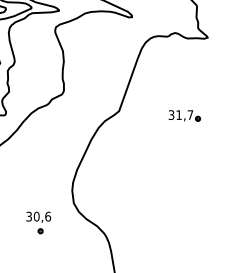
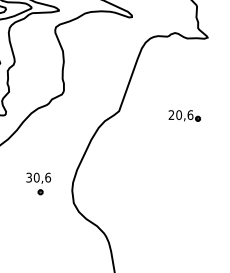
text at (180, 114): 31,7 -> 20,6
part at (38, 222) position: (38, 222) -> (38, 183)
